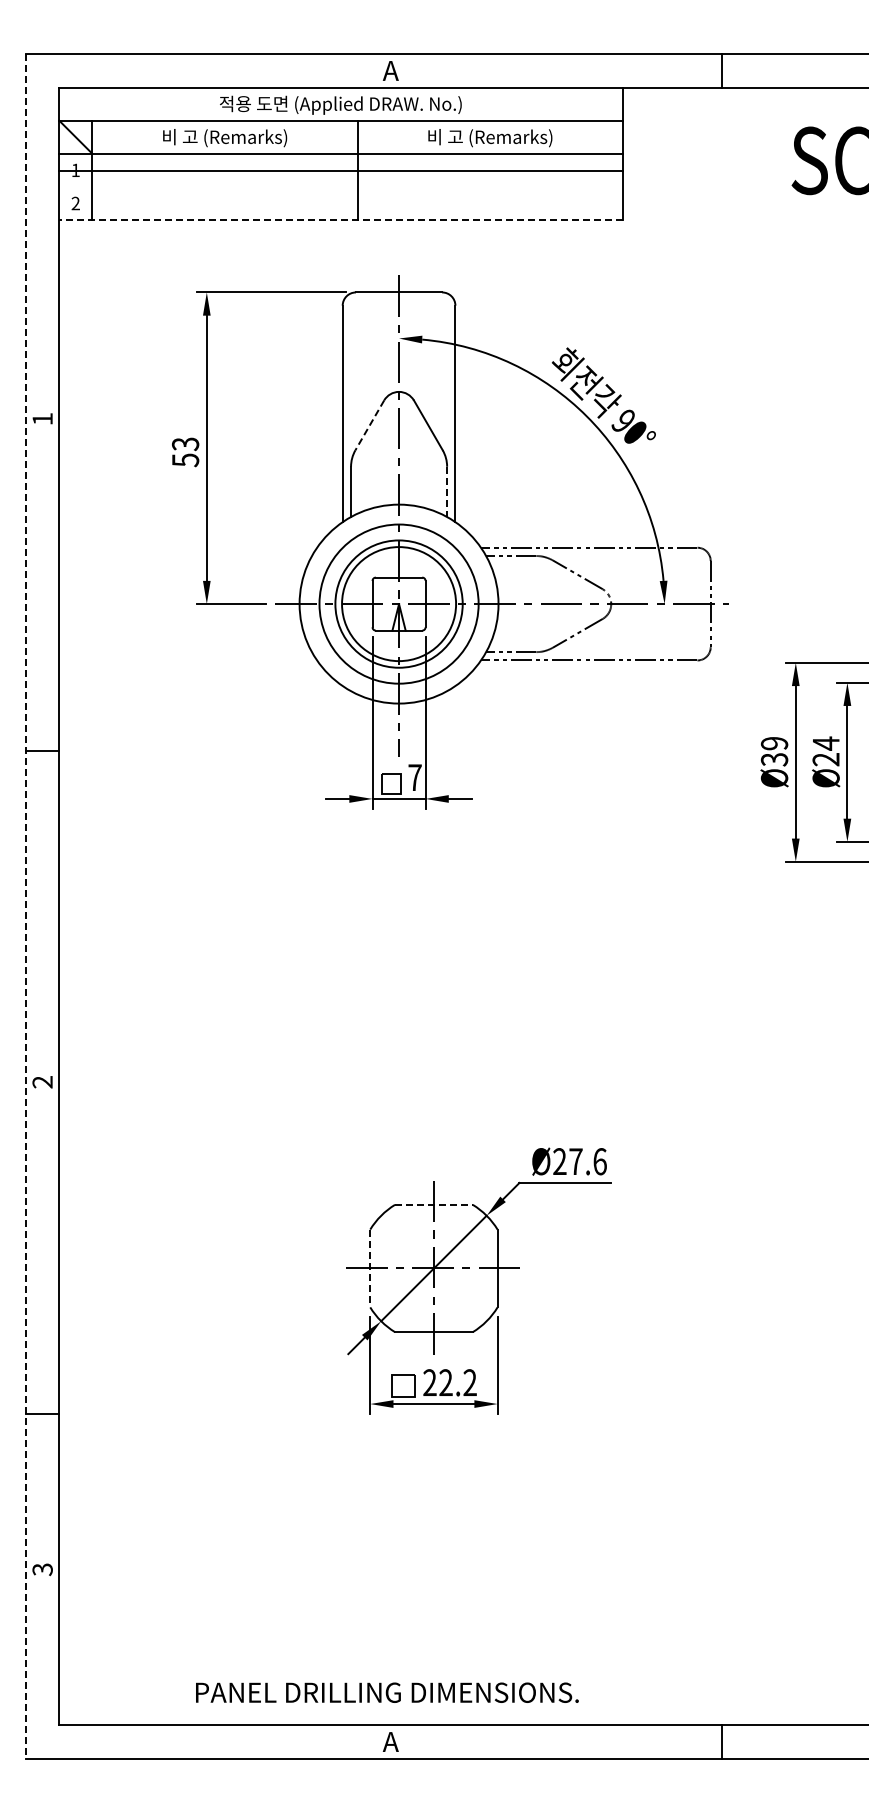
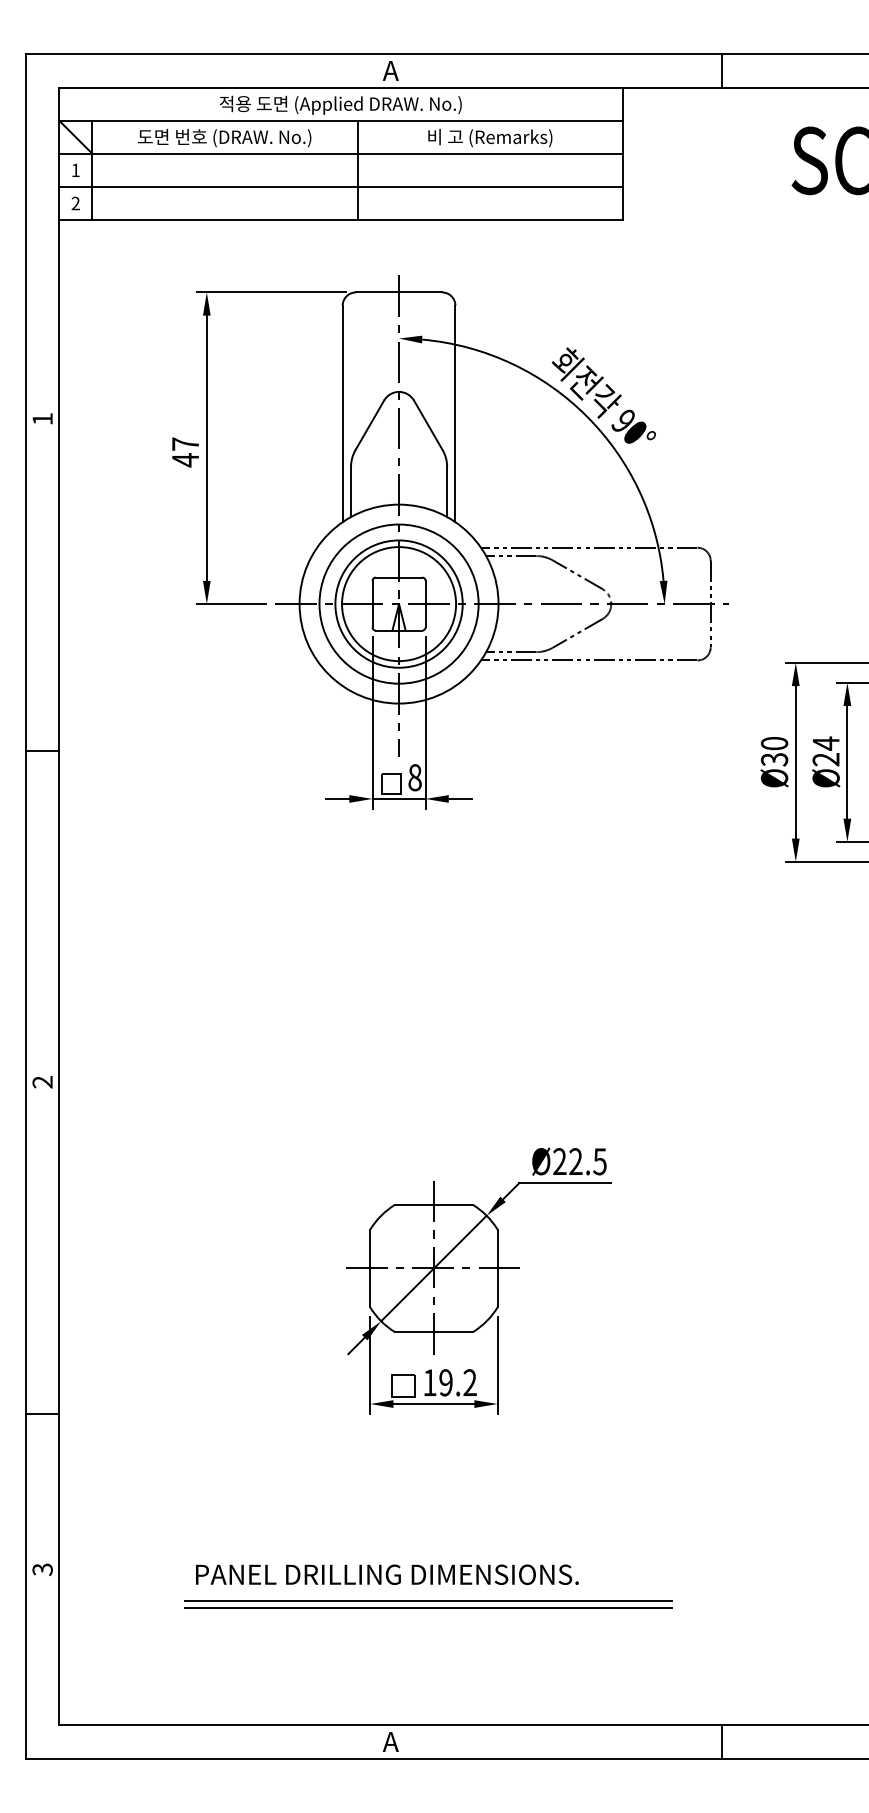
text at (224, 138): 비 고 (Remarks) -> 도면 번호 (DRAW. No.)
line at (340, 171) position: (340, 171) -> (340, 187)
line at (341, 220): dashed -> solid
line at (369, 425): dashed -> solid
text at (185, 452): 53 -> 47
line at (447, 492): dashed -> solid
text at (774, 743): Ø39 -> Ø30
text at (414, 777): 7 -> 8
line at (26, 906): dashed -> solid
text at (587, 1161): Ø27.6 -> Ø22.5
line at (433, 1204): dashed -> solid
line at (370, 1268): dashed -> solid
text at (437, 1382): 22.2 -> 19.2
line at (428, 1601): none -> present
line at (428, 1607): none -> present
text at (387, 1692) position: (387, 1692) -> (387, 1574)
